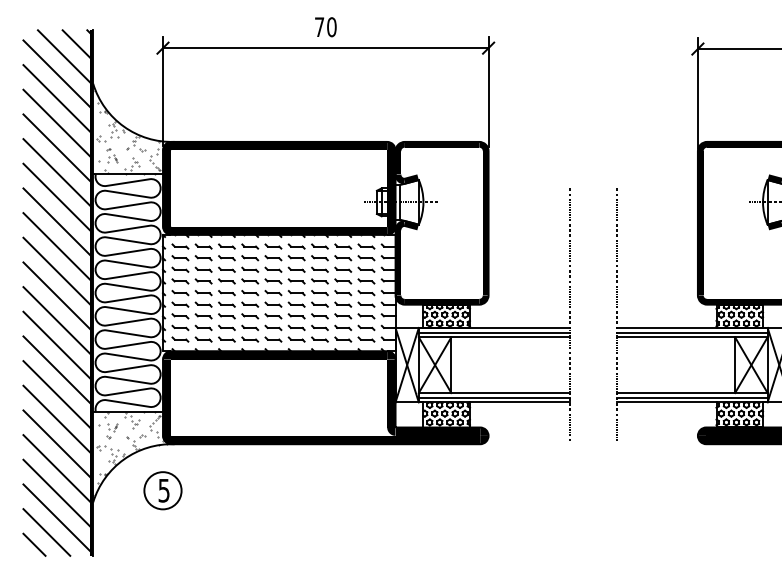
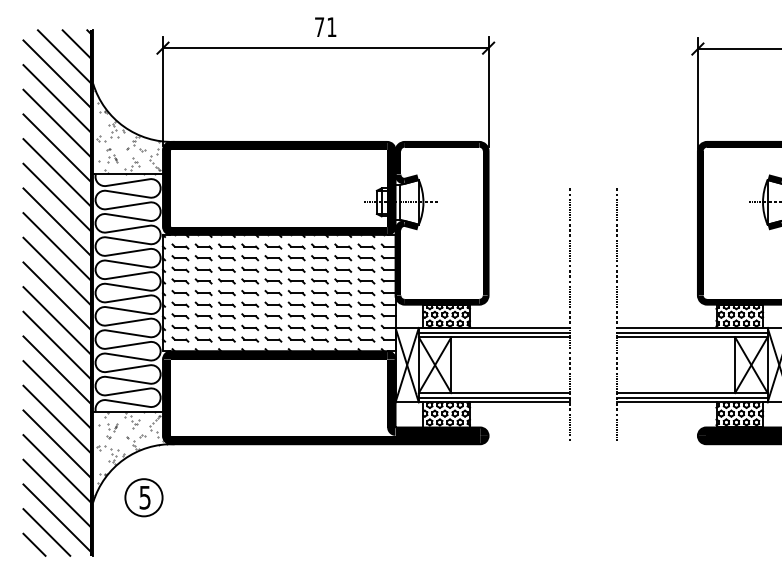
text at (331, 27): 70 -> 71
part at (162, 490) position: (162, 490) -> (143, 497)
